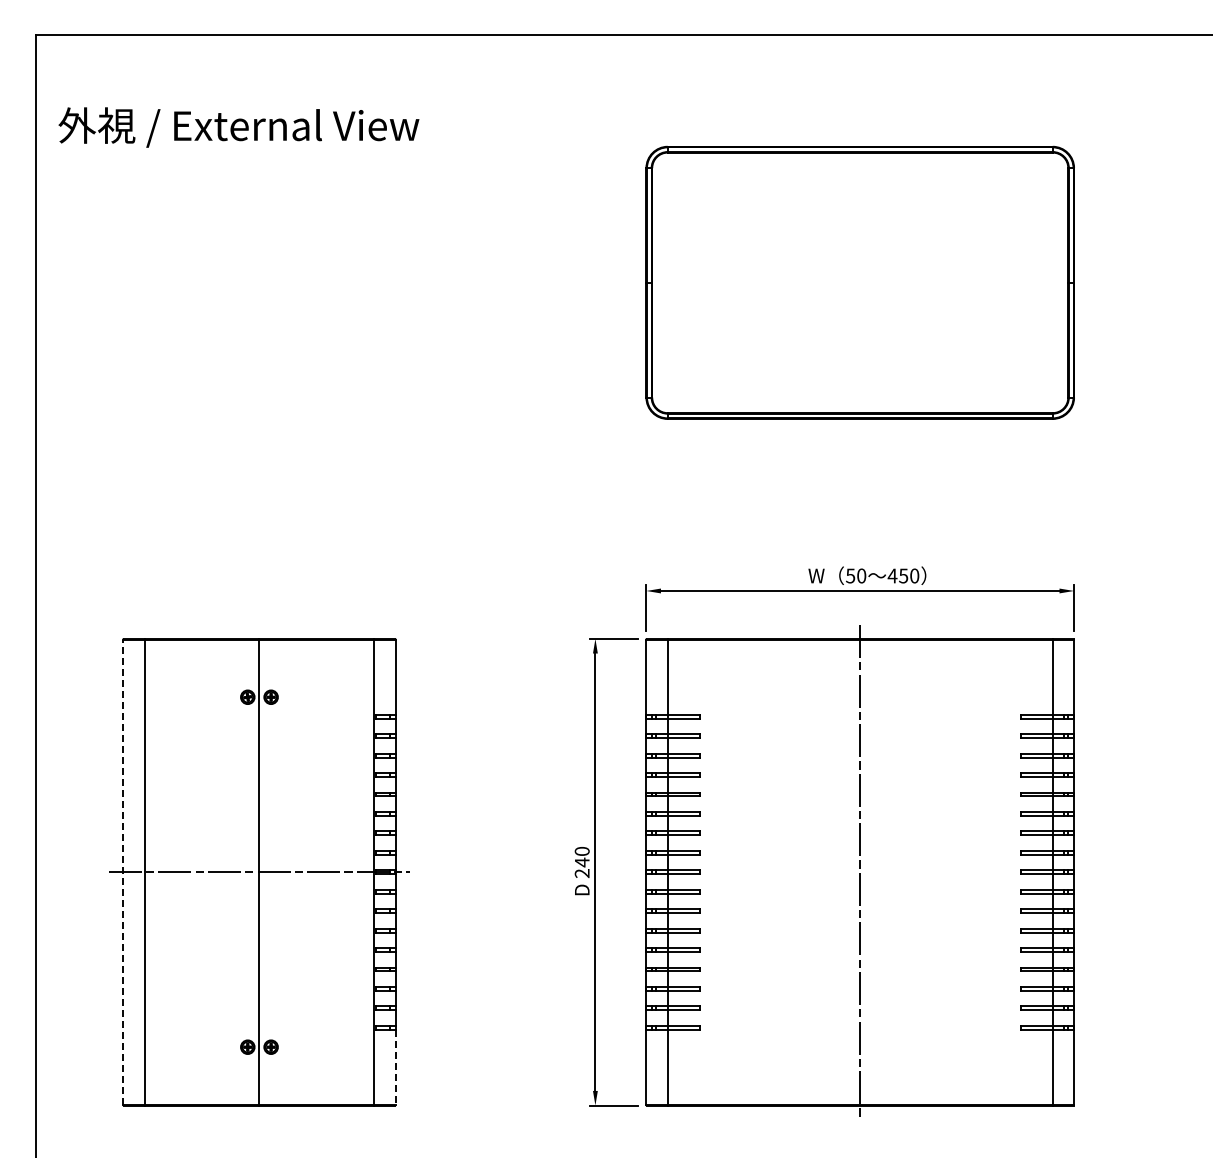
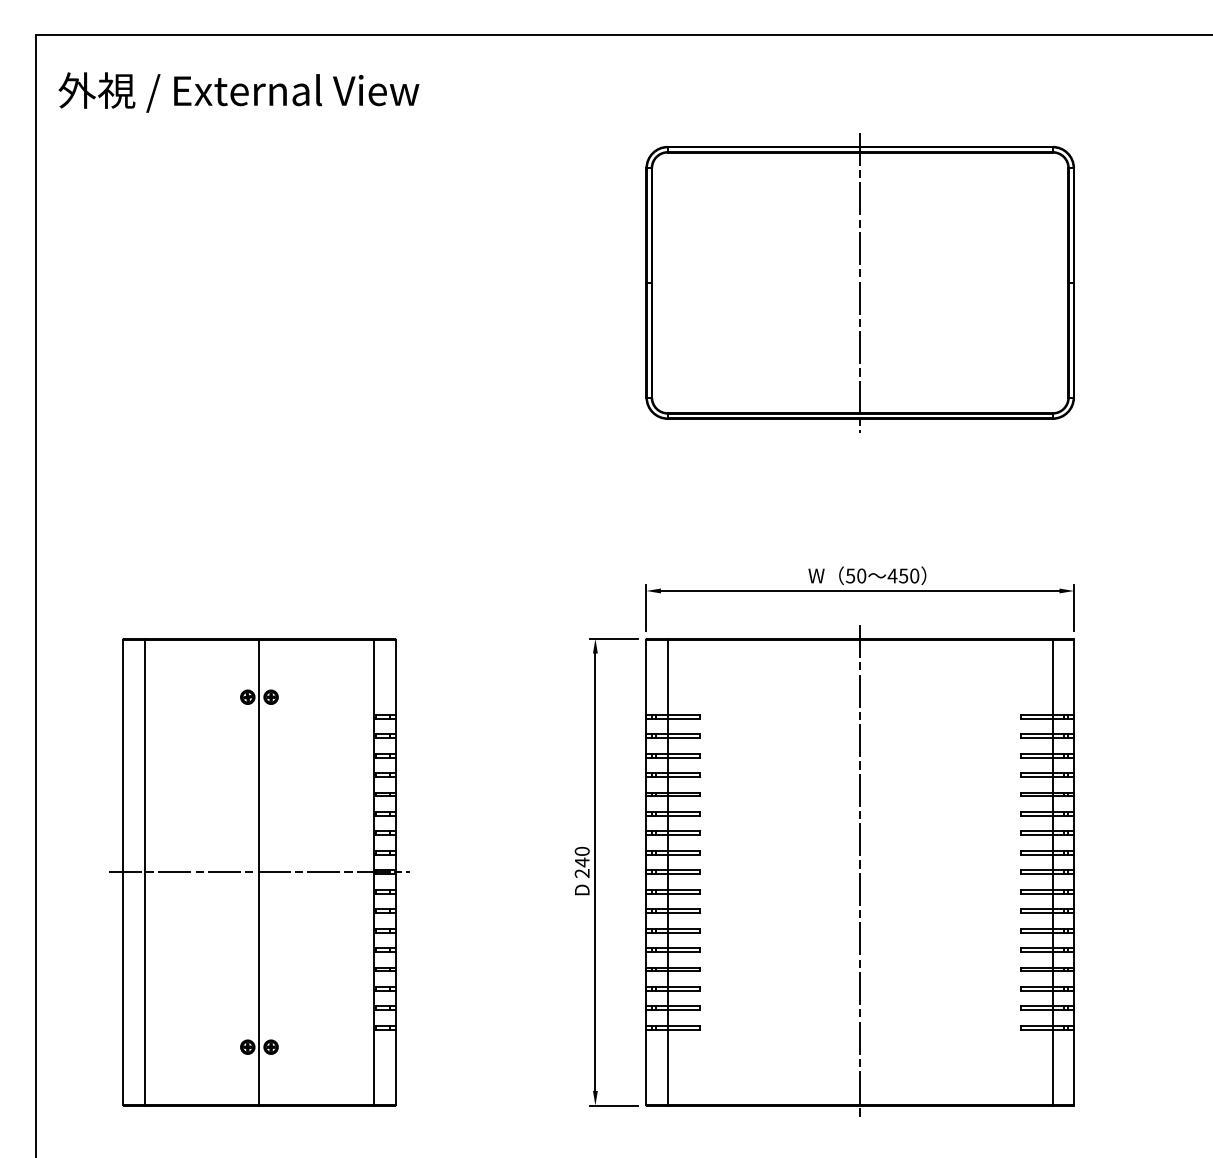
text at (238, 127) position: (238, 127) -> (238, 92)
line at (860, 282): none -> present
line at (123, 872): dashed -> solid
line at (395, 1067): dashed -> solid
